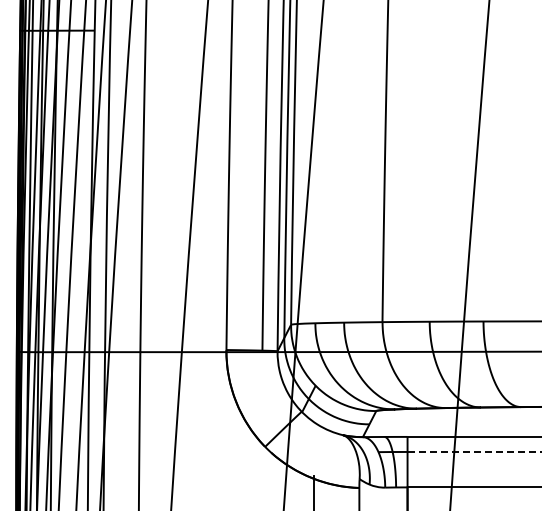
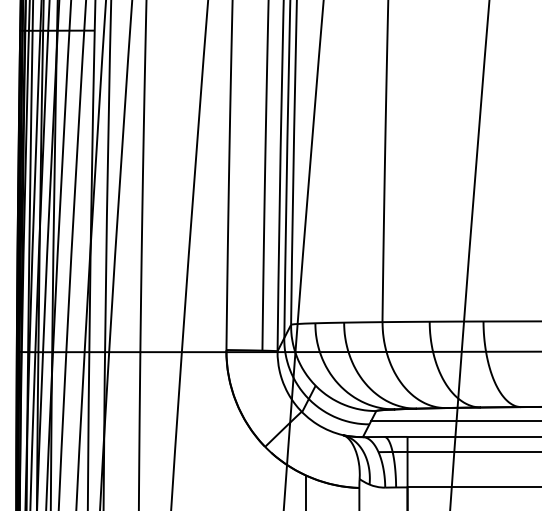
line at (454, 421): none -> present
line at (474, 451): dashed -> solid
line at (314, 491) position: (314, 491) -> (306, 491)
